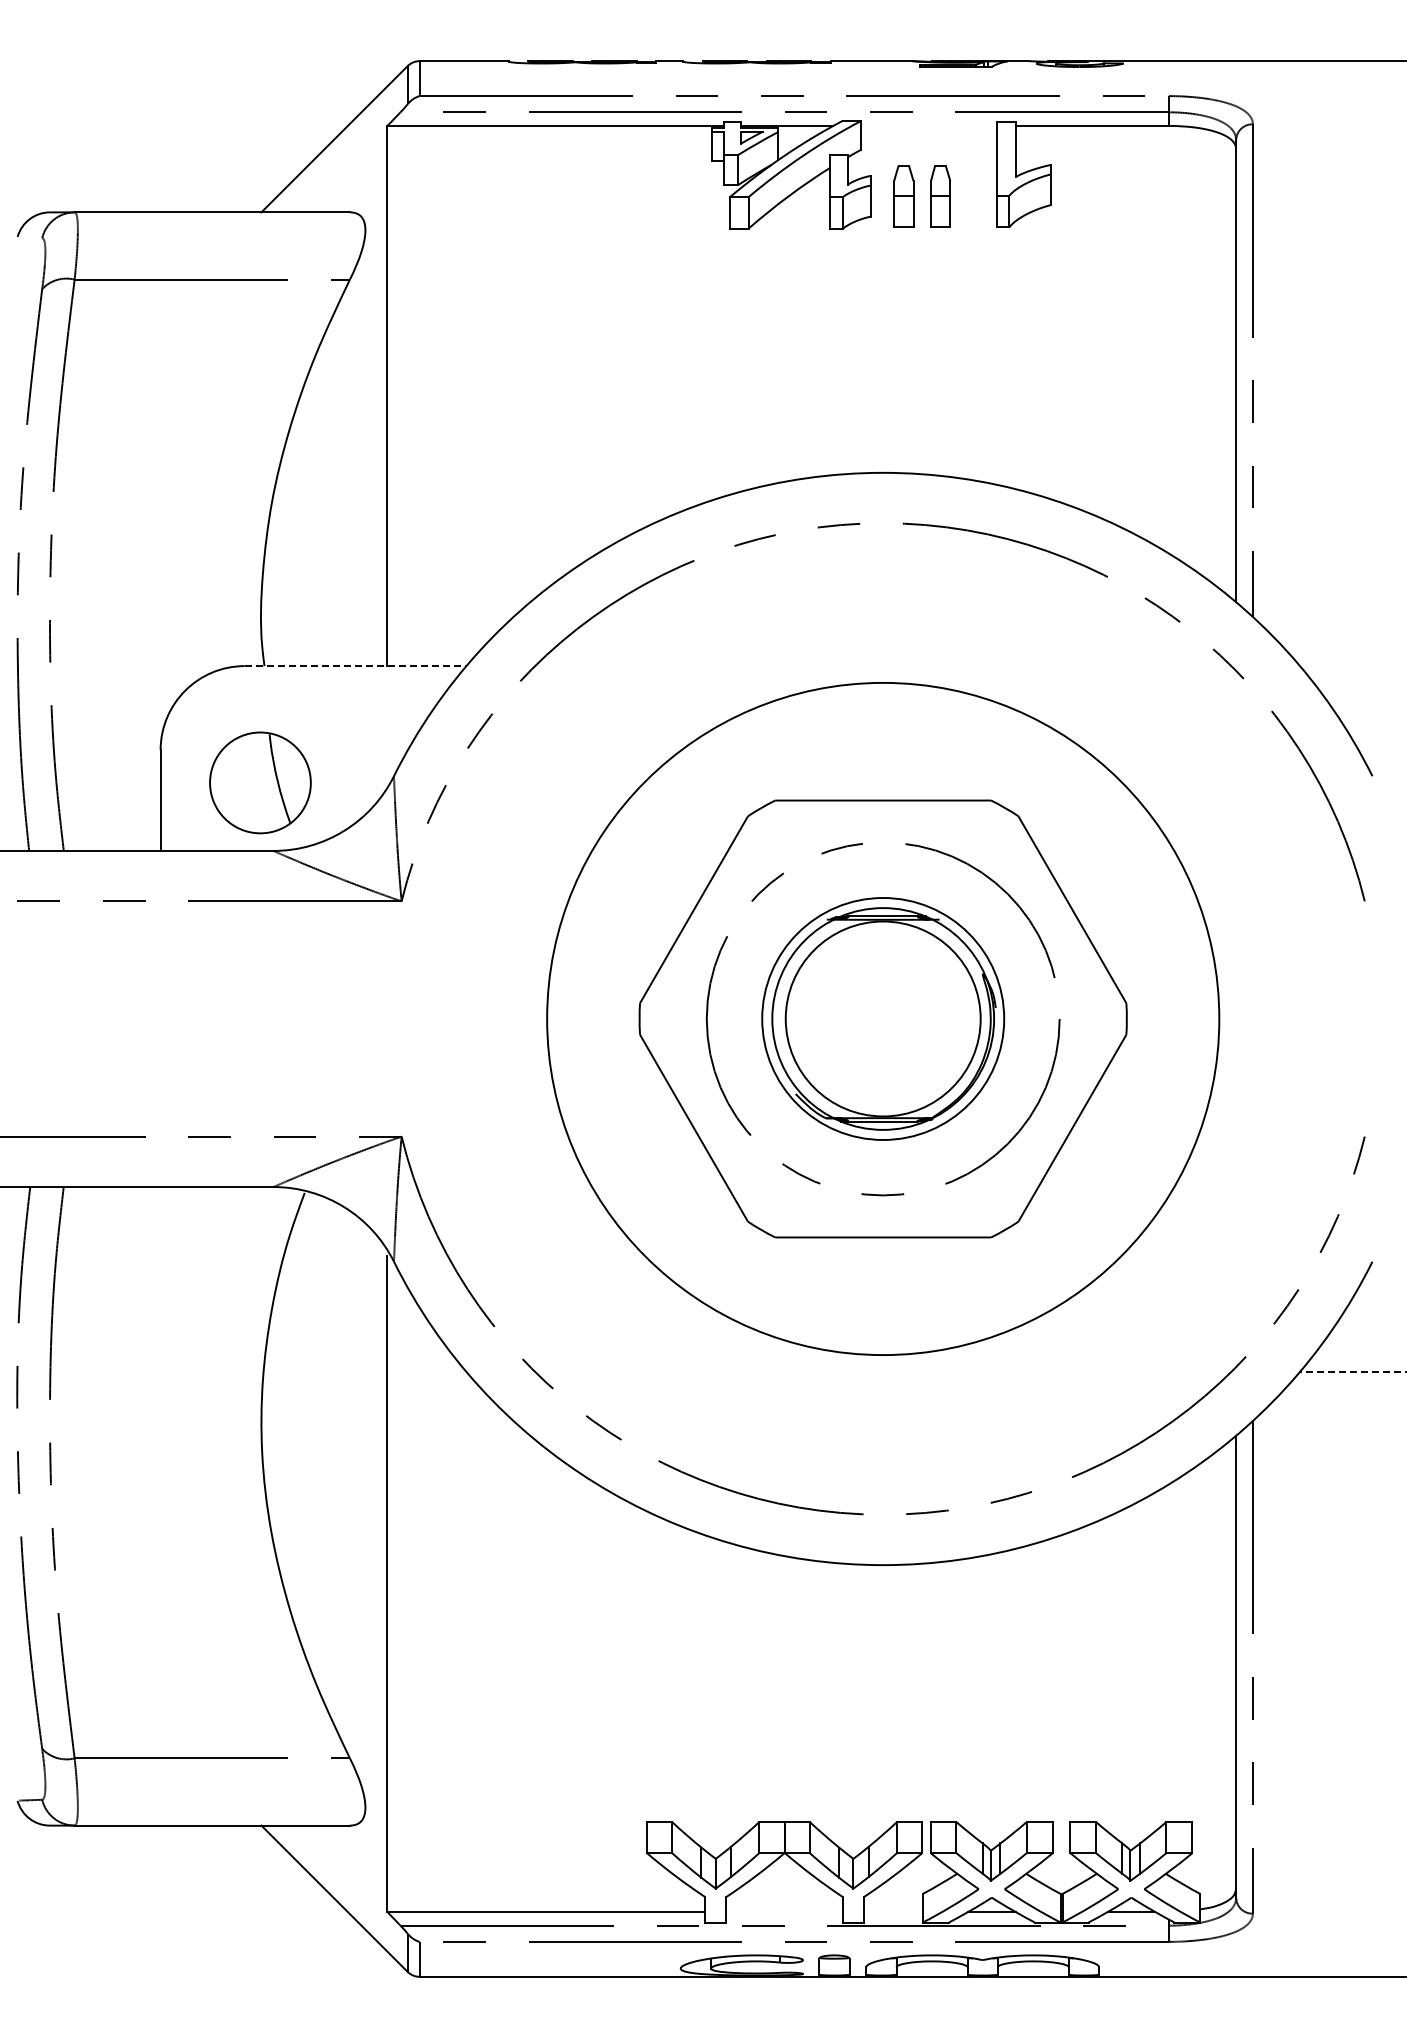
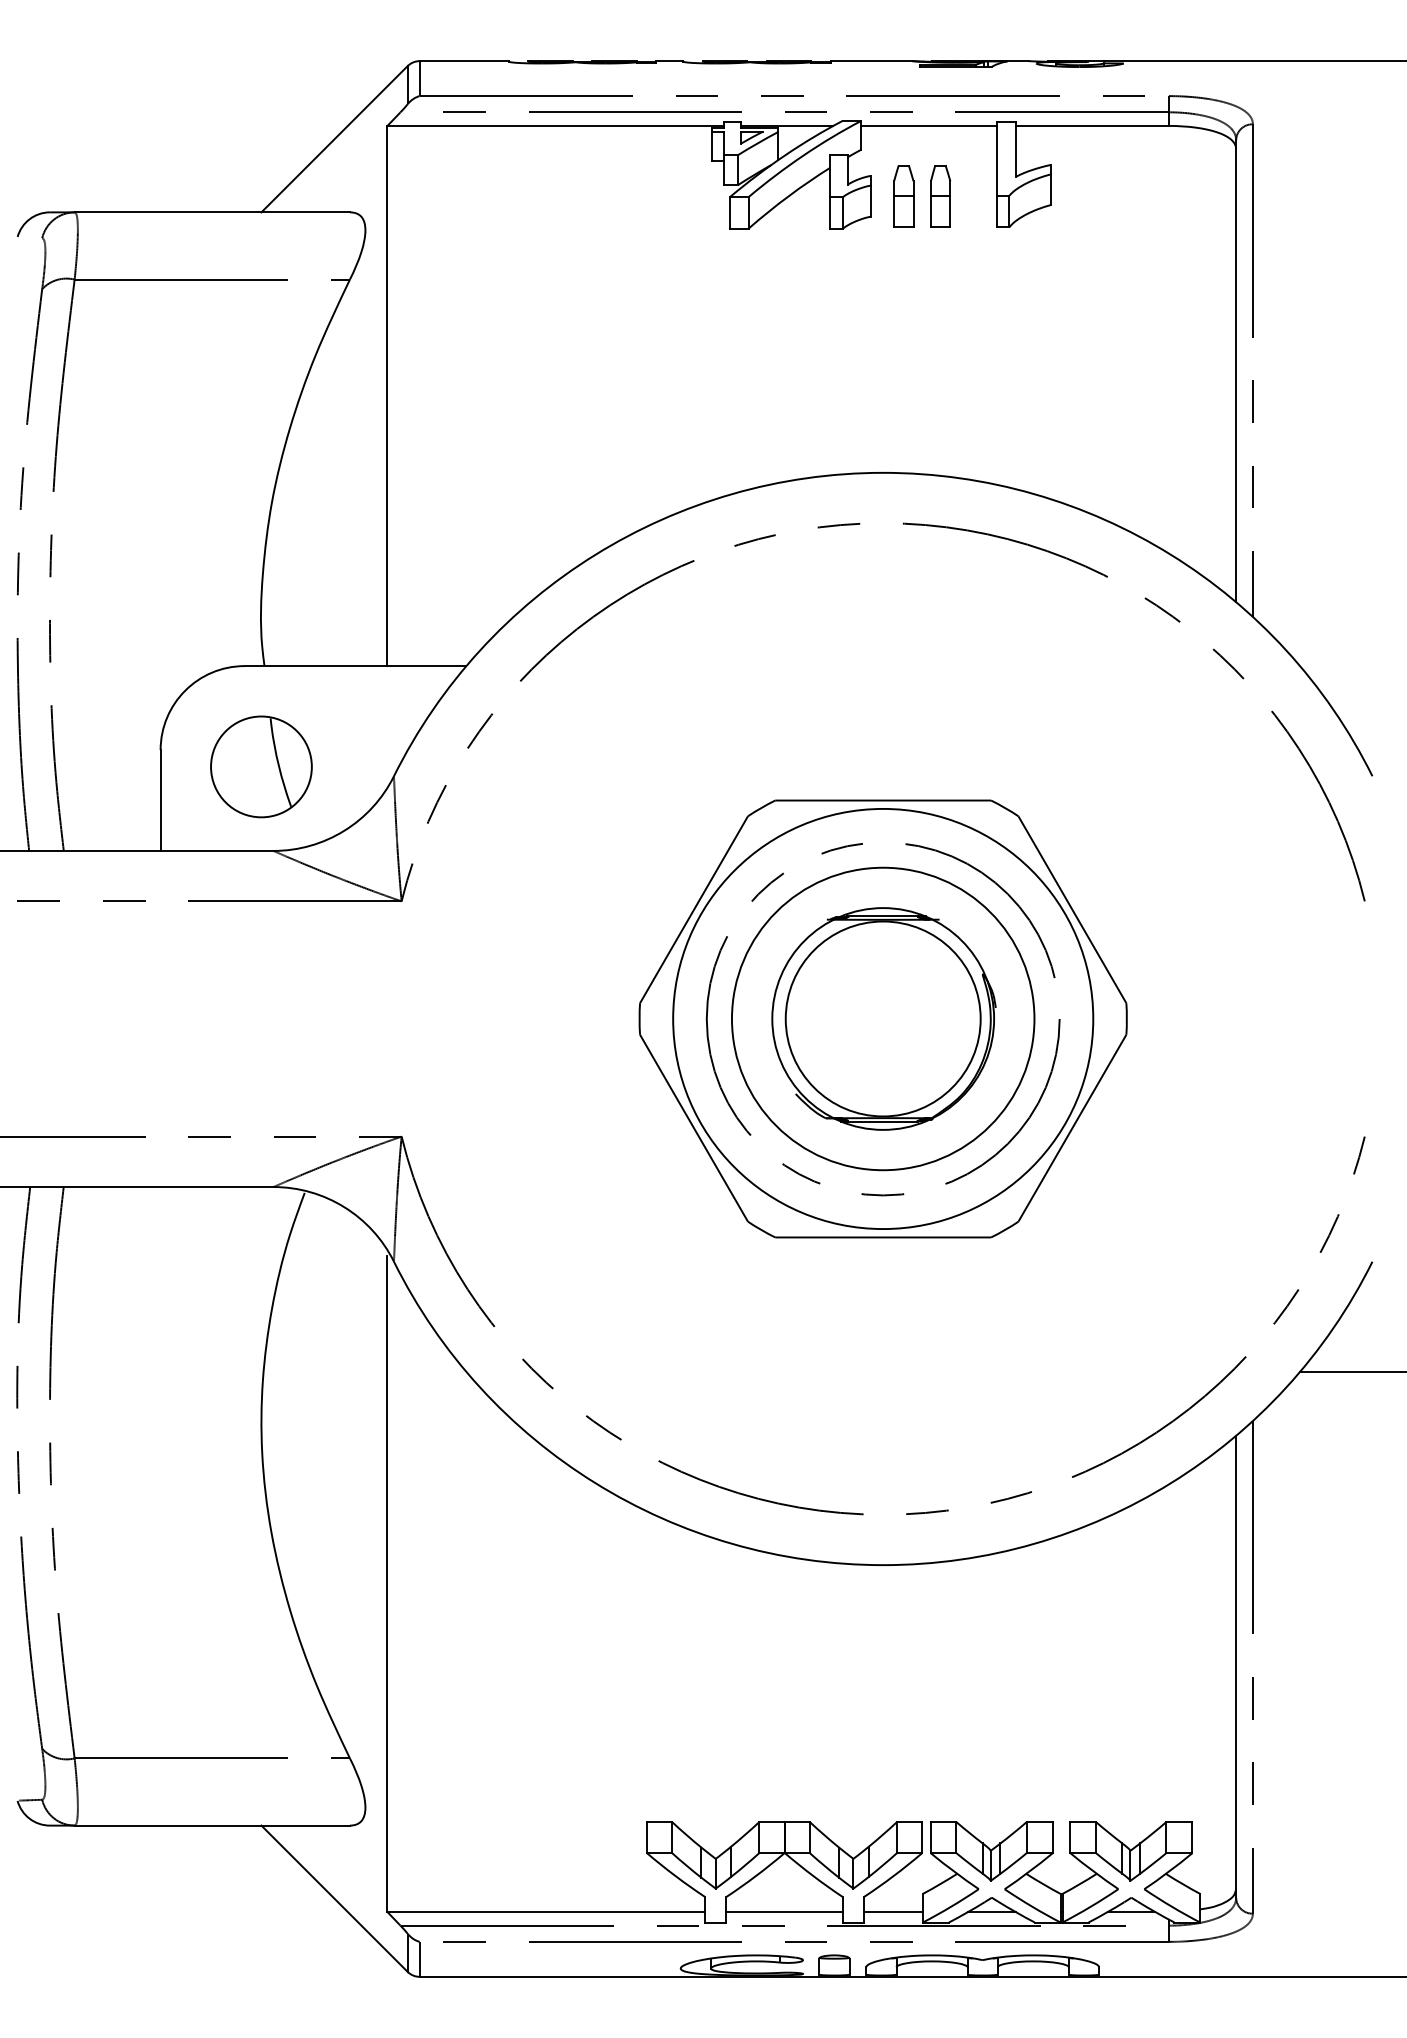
line at (928, 125): none -> present
line at (355, 666): dashed -> solid
part at (260, 782) position: (260, 782) -> (261, 766)
circle at (883, 1018) diameter: 242 px -> 302 px
circle at (883, 1018) diameter: 672 px -> 420 px
line at (1352, 1371): dashed -> solid
line at (784, 1912): none -> present
line at (893, 1912): none -> present
